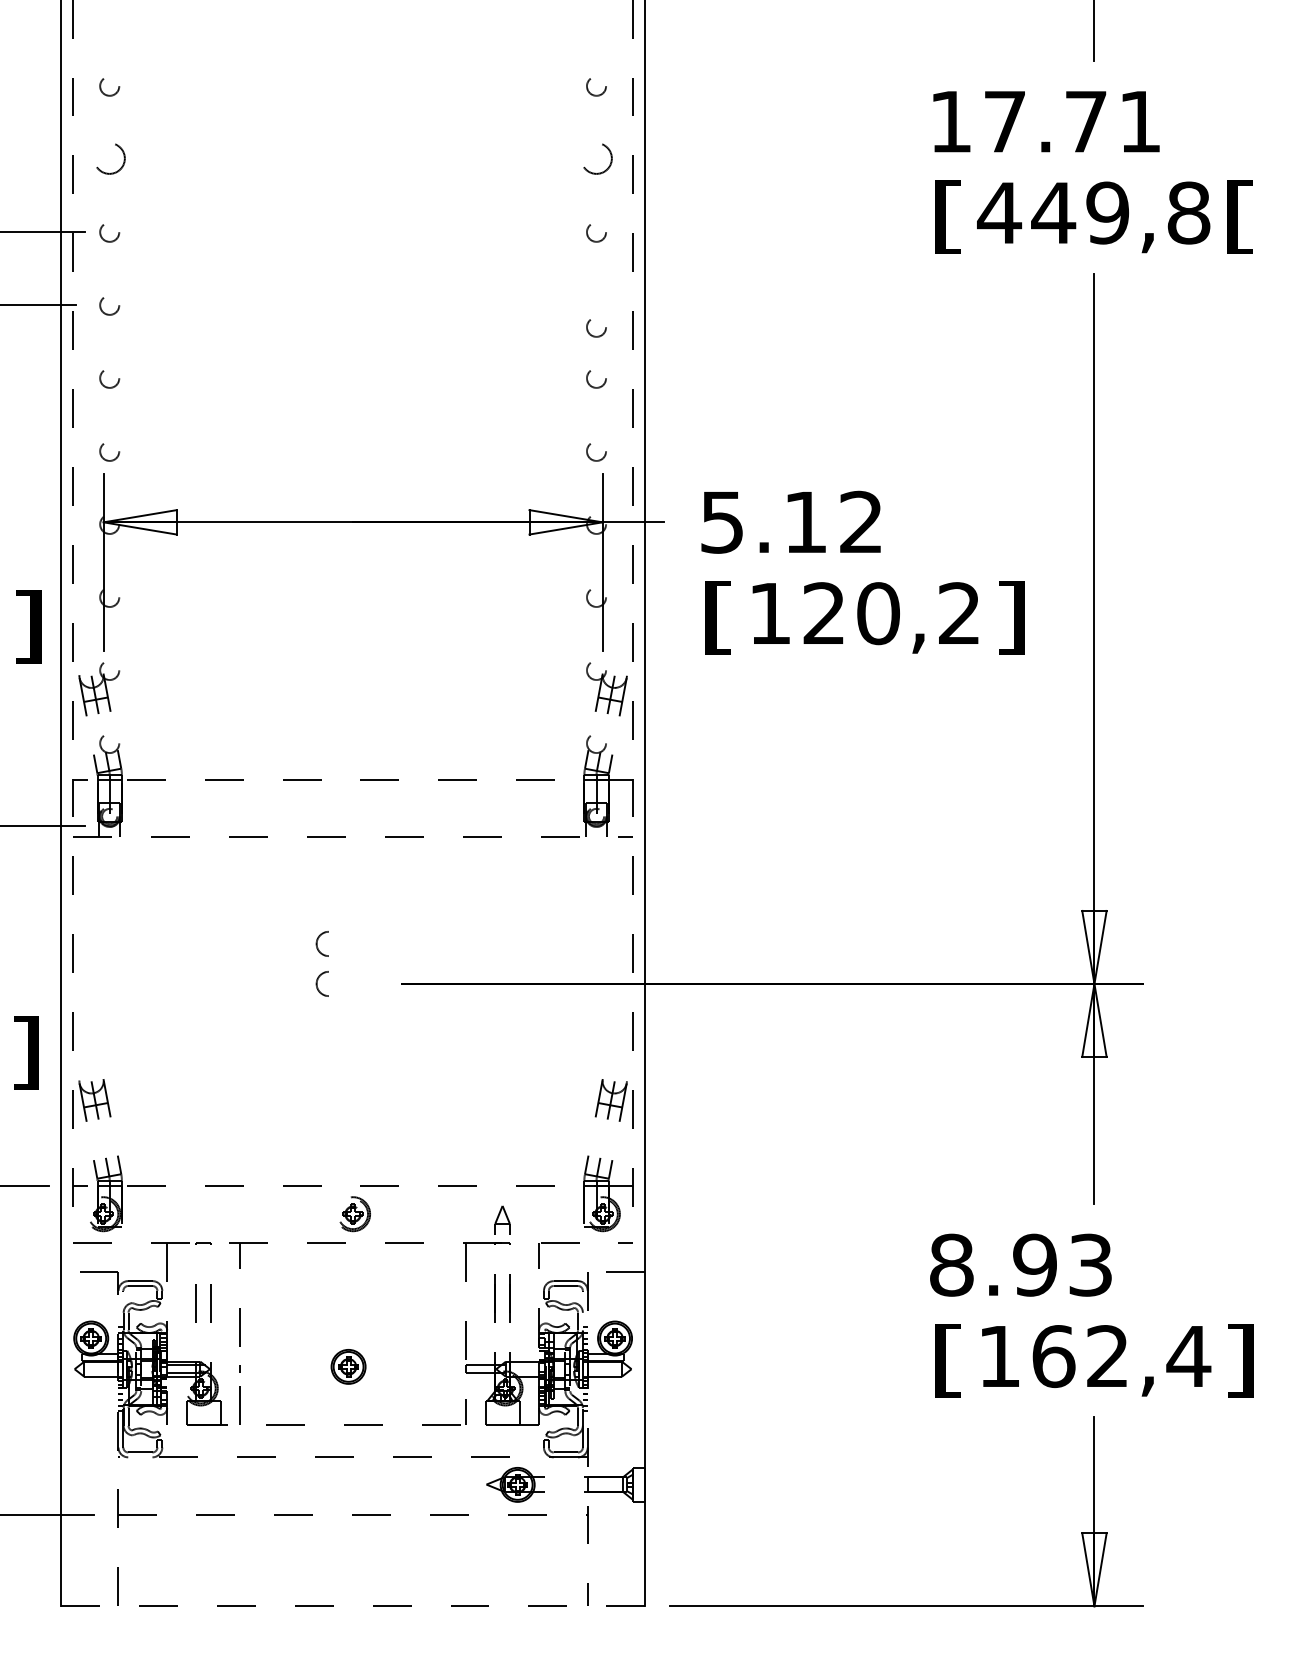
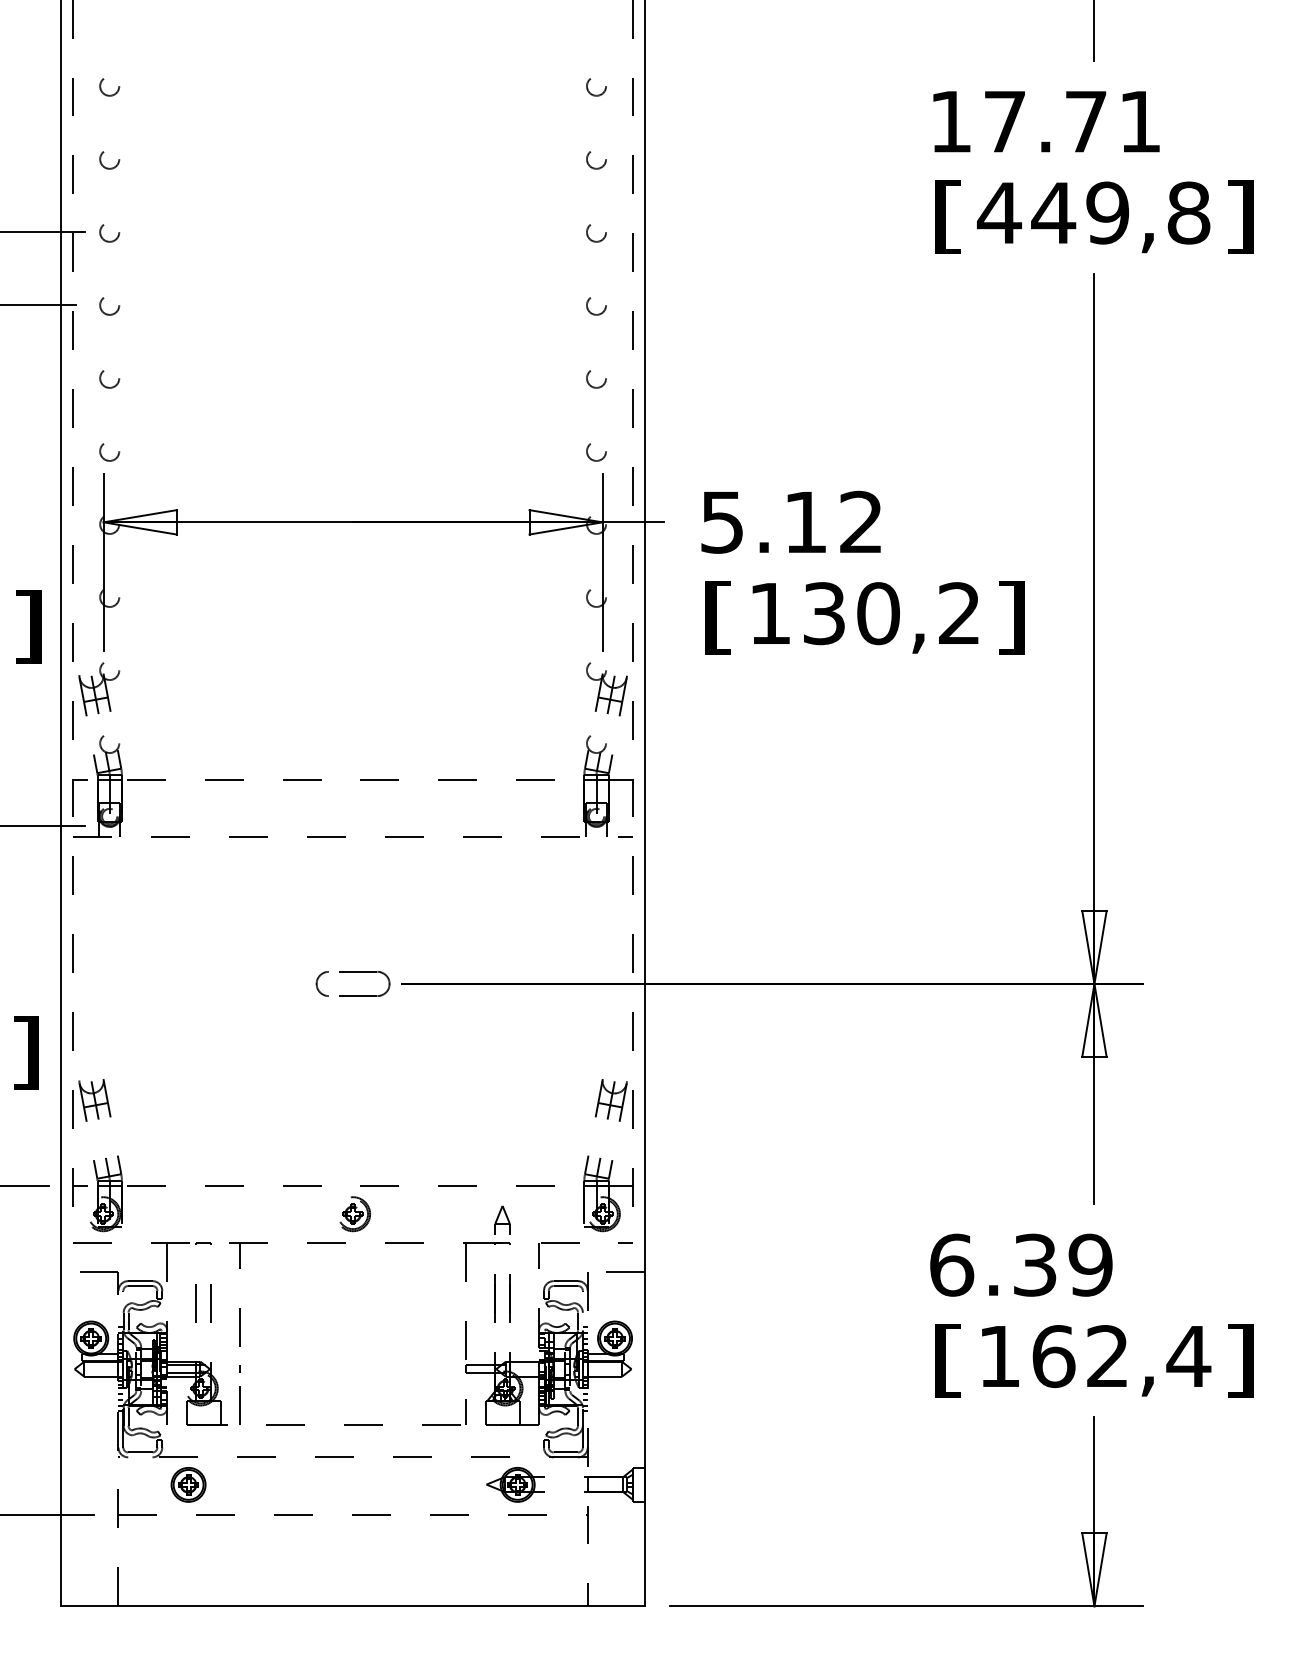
circle at (110, 158) size: 30x32 px -> 22x19 px
circle at (597, 158) size: 30x32 px -> 21x19 px
text at (1240, 216): [ -> ]
circle at (596, 328) position: (596, 328) -> (596, 306)
text at (823, 613): 120,2 -> 130,2
arc at (317, 943): present -> none
part at (364, 972): none -> present
text at (1021, 1264): 8.93 -> 6.39
part at (348, 1366) position: (348, 1366) -> (188, 1484)
line at (352, 1606): dashed -> solid
